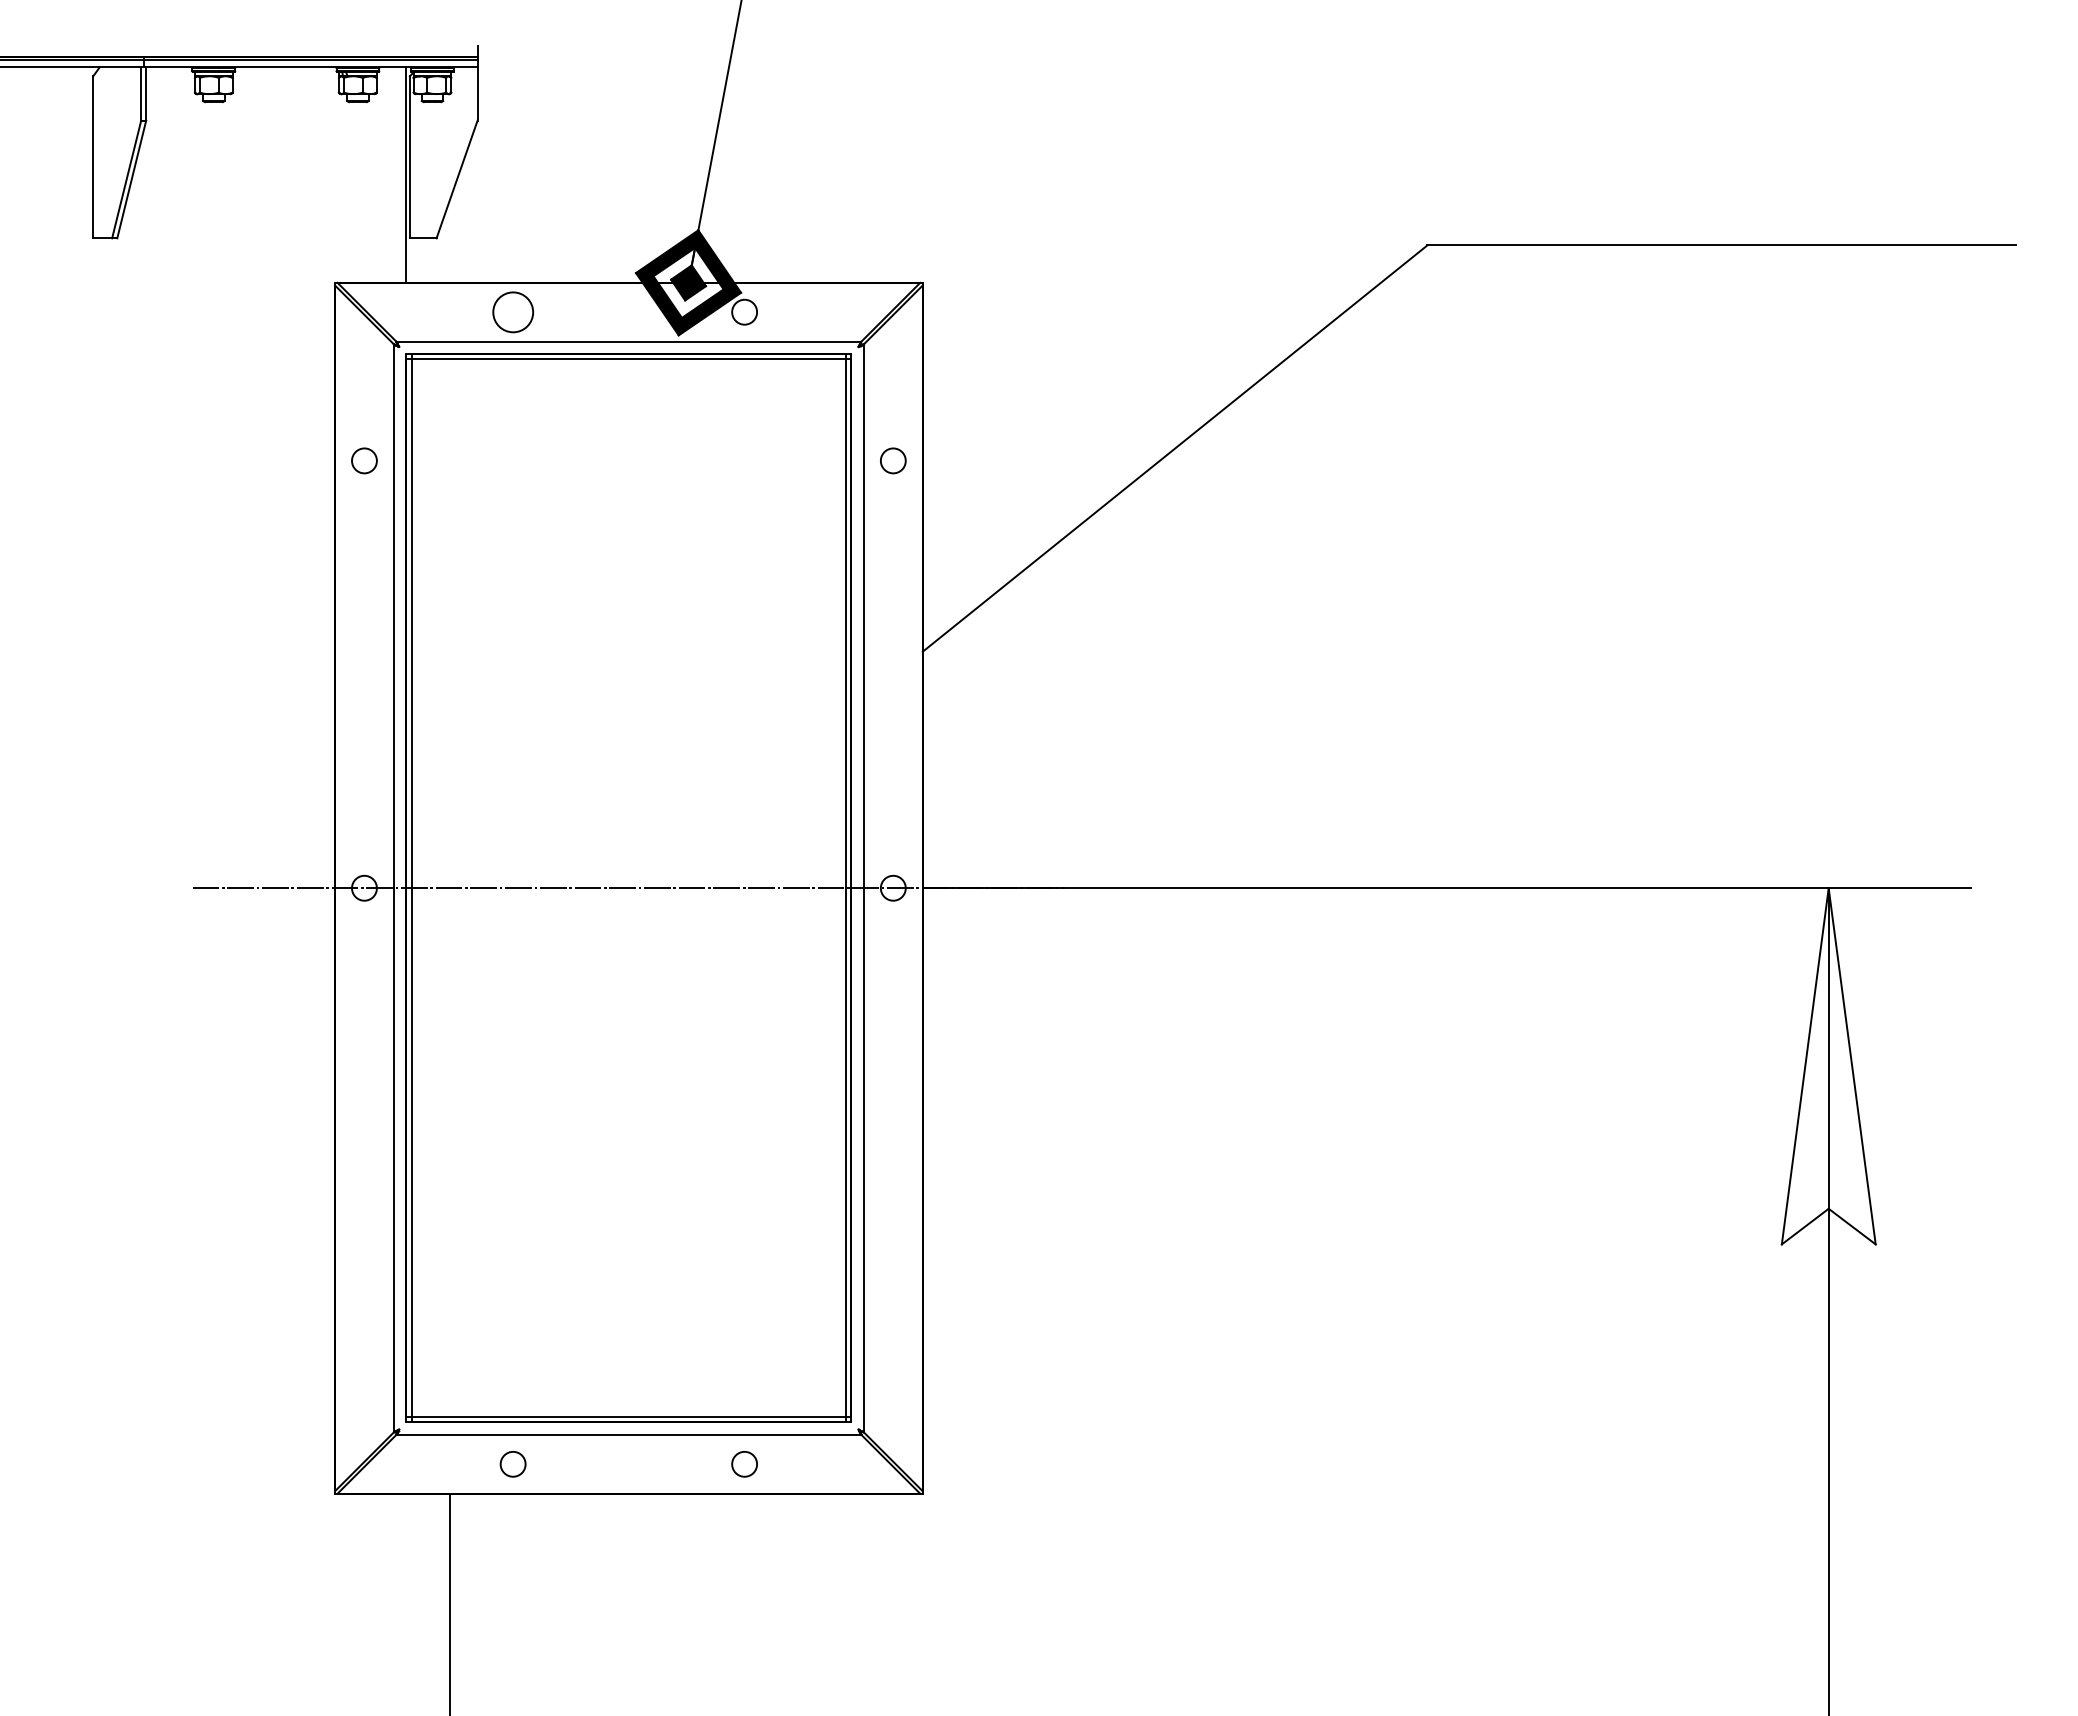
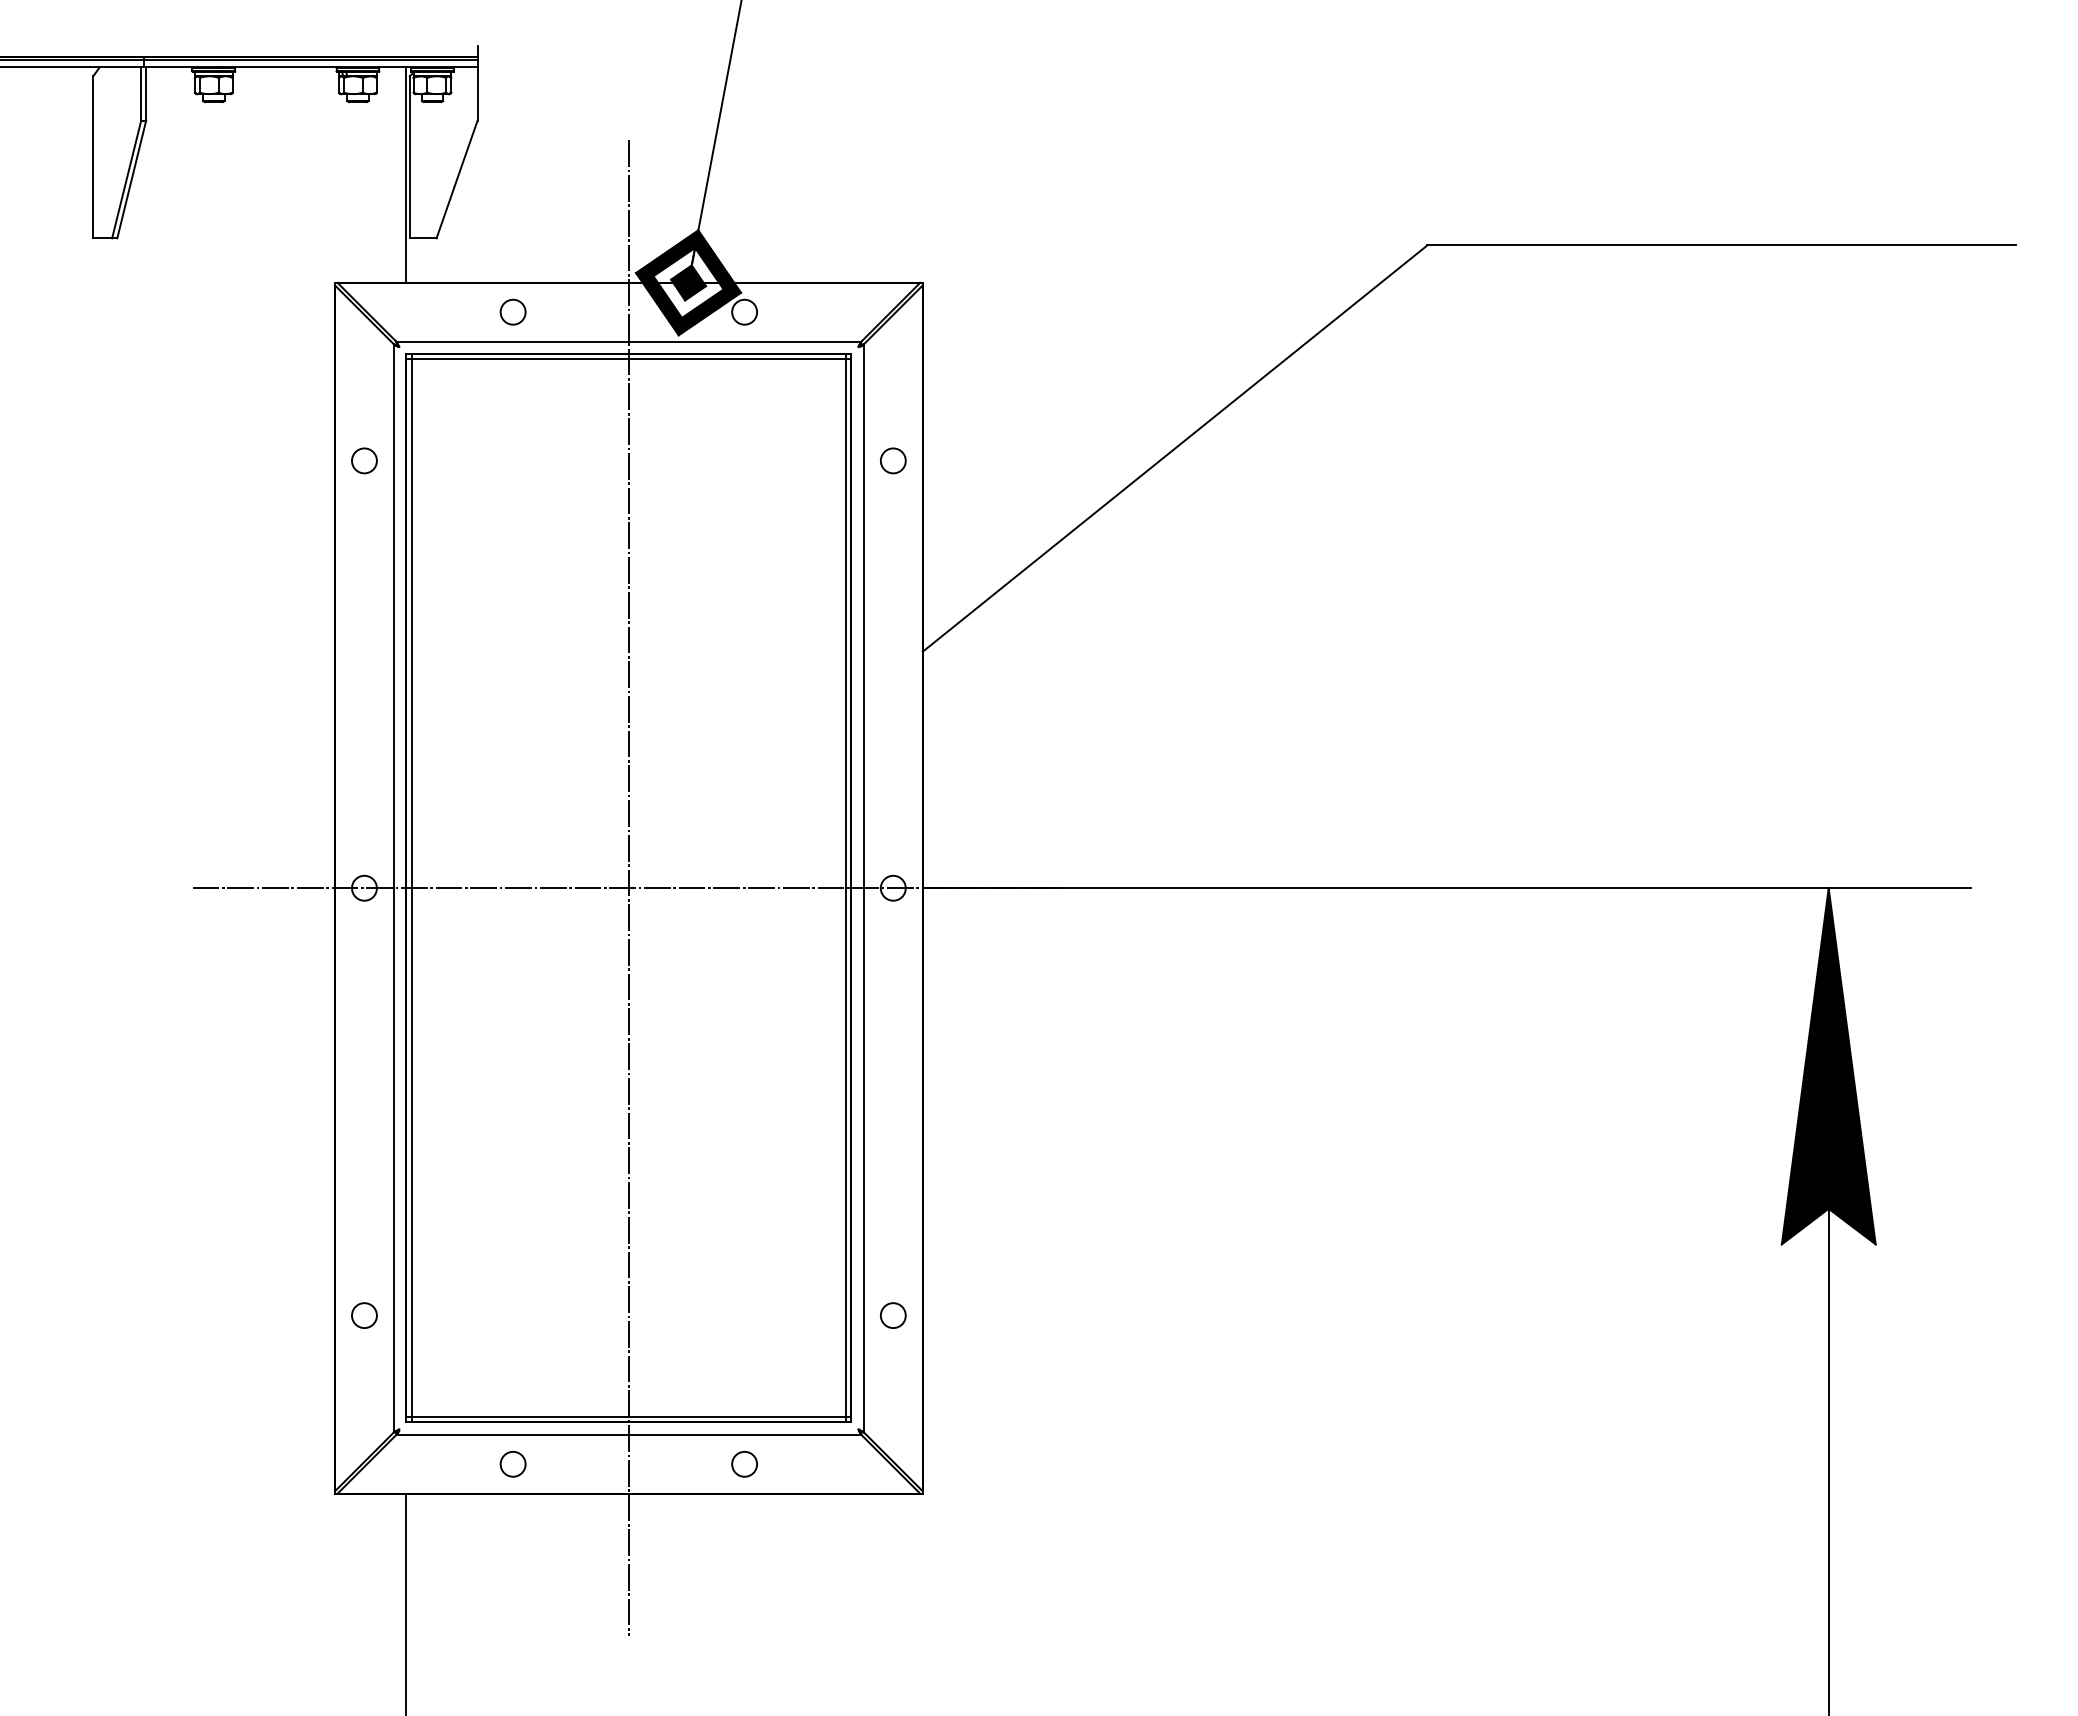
circle at (513, 312) size: 43x43 px -> 28x28 px
line at (628, 888): none -> present
fill at (1828, 1066): none -> present
circle at (364, 1315): none -> present
circle at (893, 1315): none -> present
line at (450, 1602) position: (450, 1602) -> (406, 1602)
